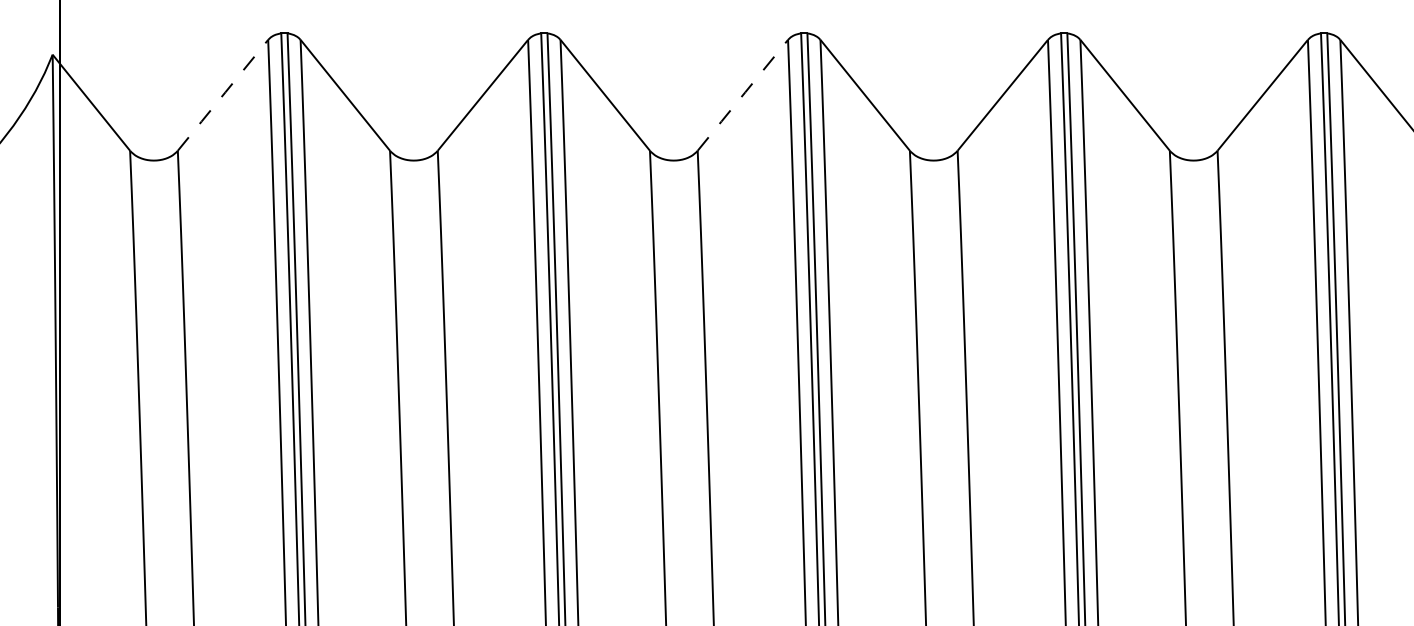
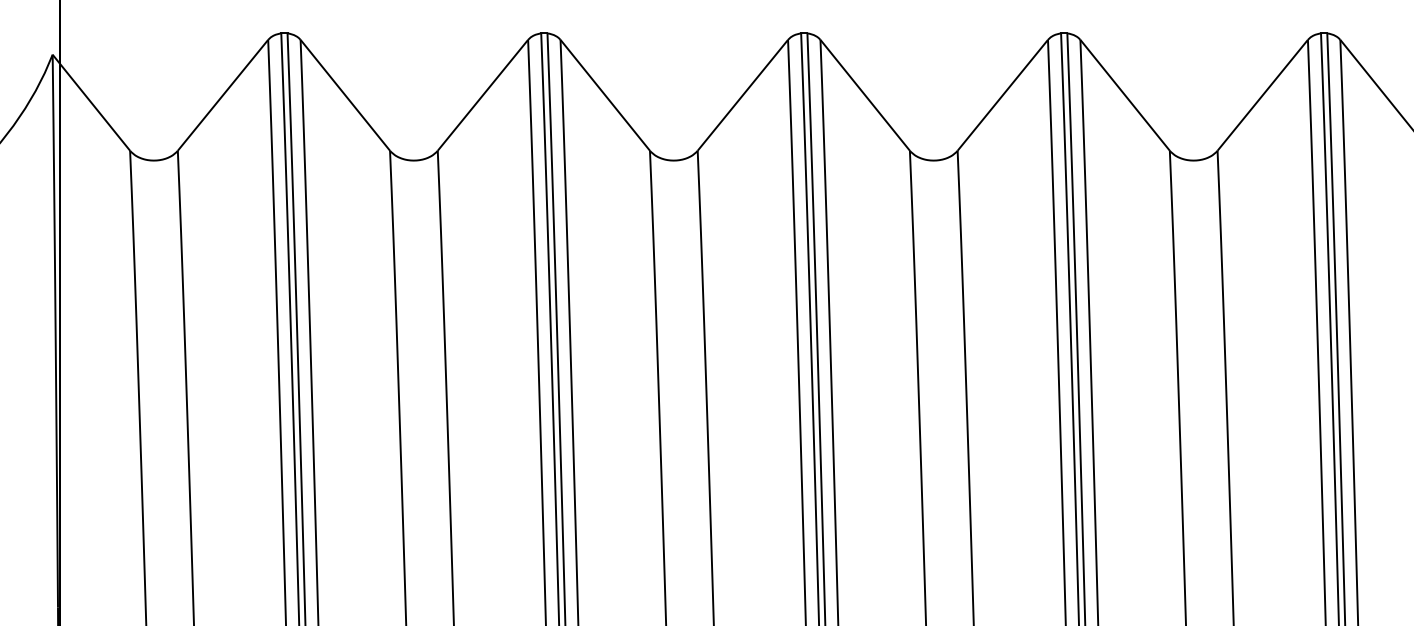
line at (223, 95): dashed -> solid
line at (742, 95): dashed -> solid
